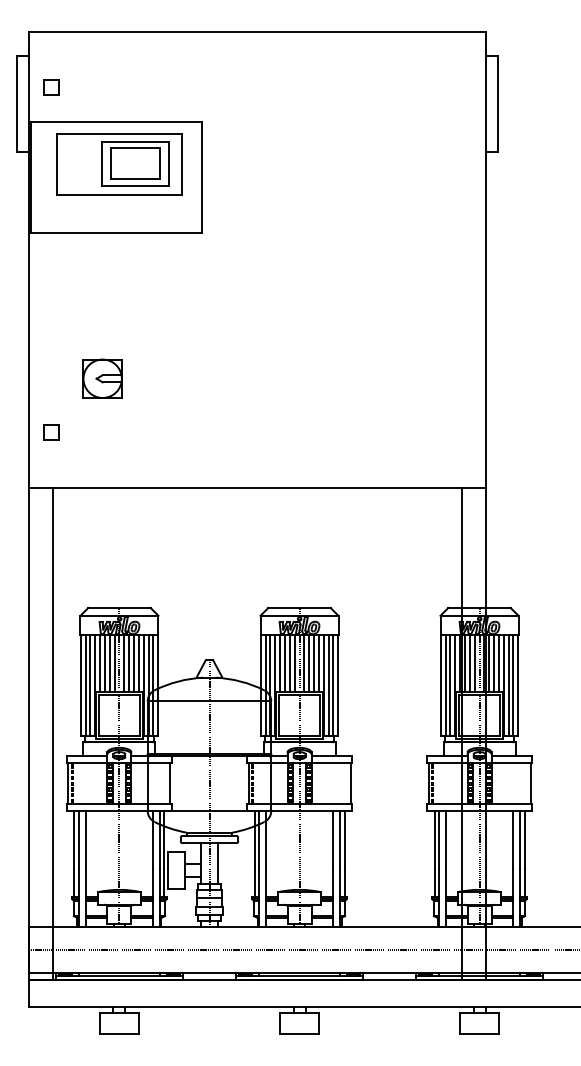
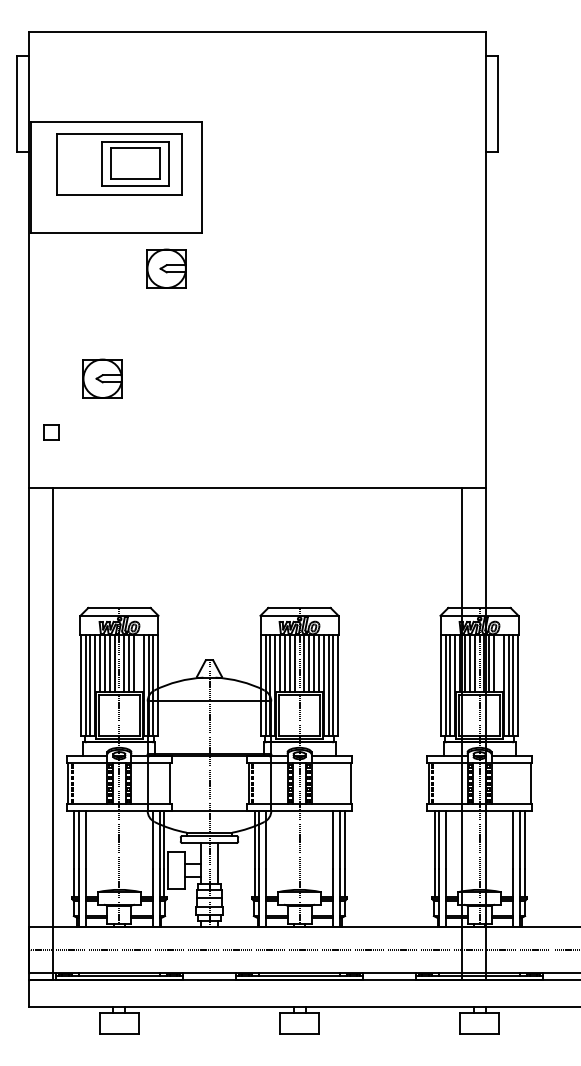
part at (51, 87): present -> none
part at (166, 268): none -> present
line at (138, 663): present -> none
line at (498, 663): present -> none
